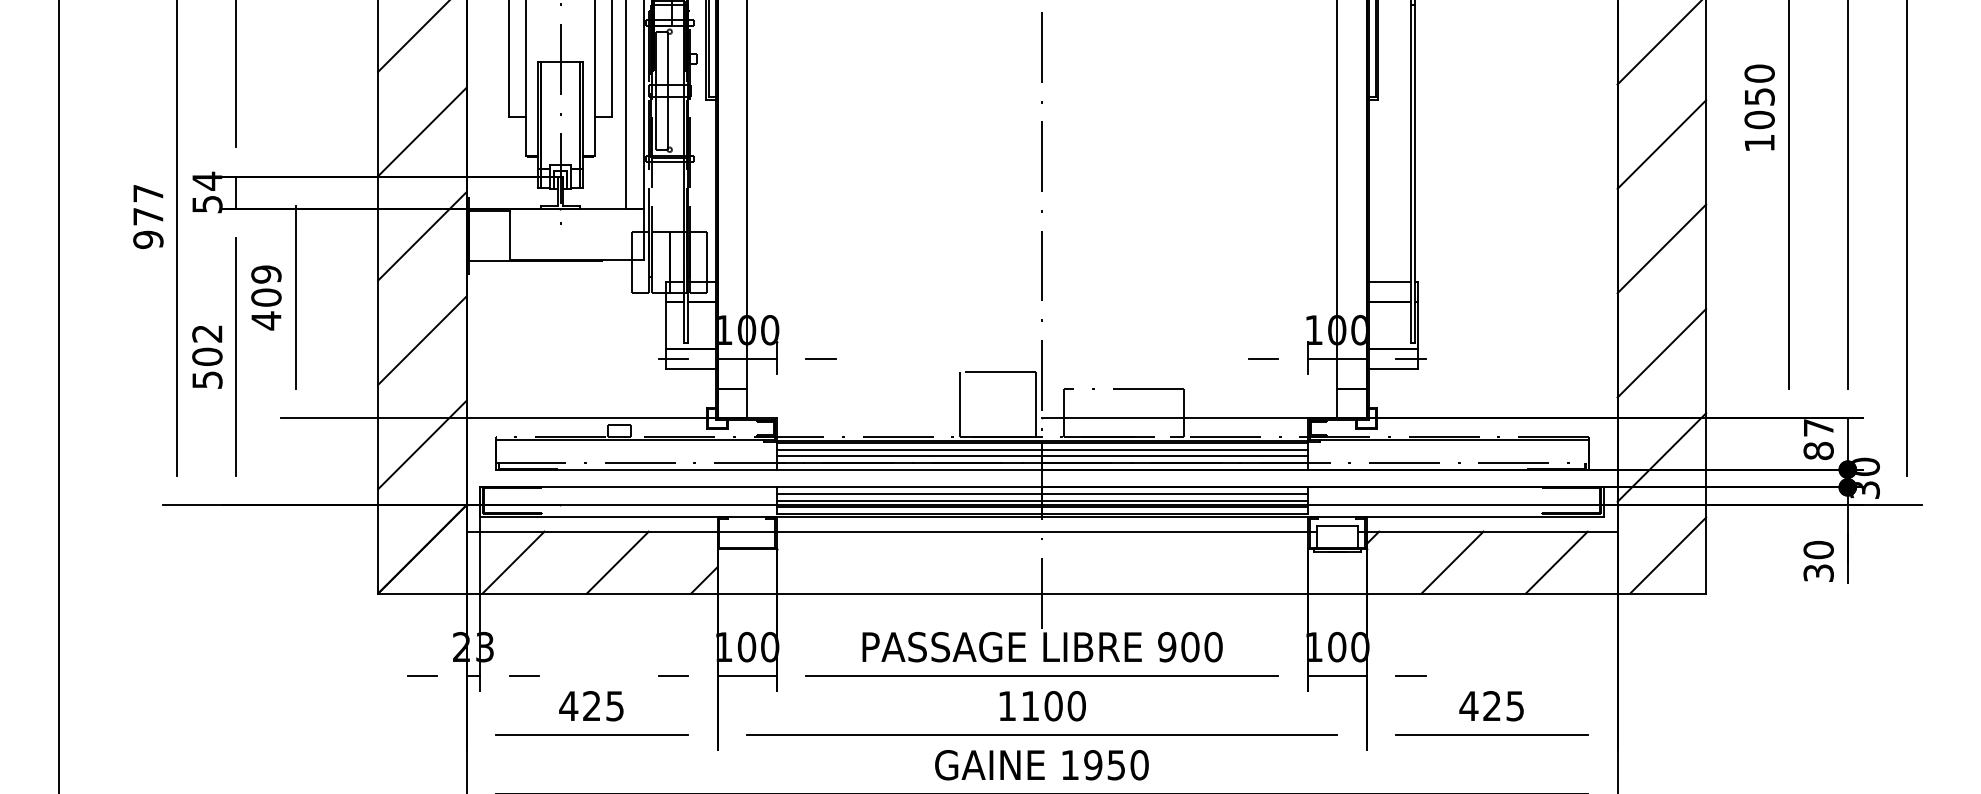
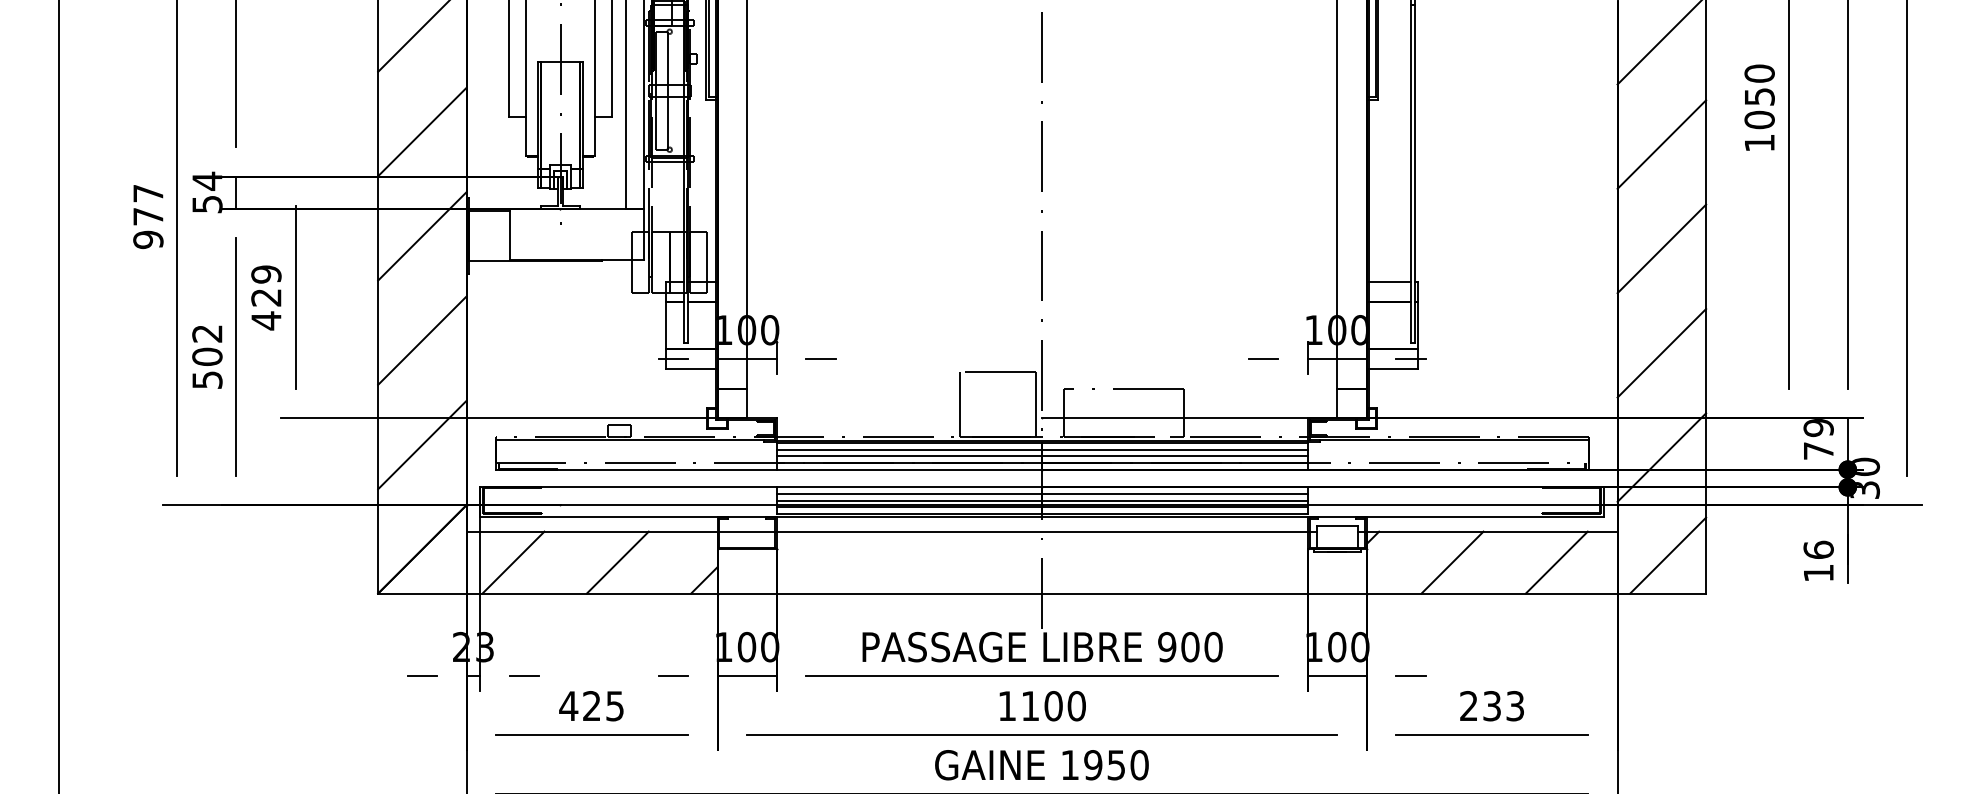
text at (266, 297): 409 -> 429
text at (1818, 439): 87 -> 79
text at (1818, 560): 30 -> 16
text at (1491, 706): 425 -> 233
